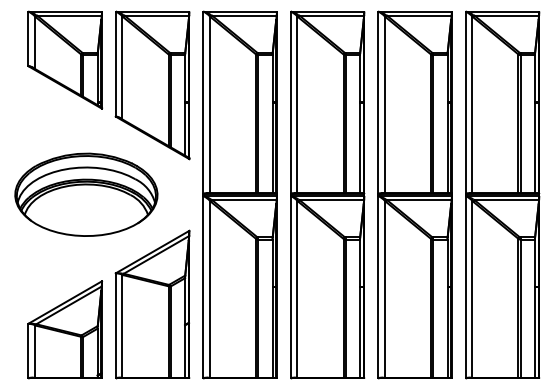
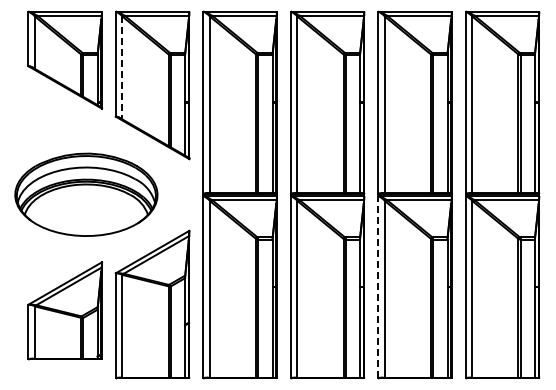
line at (122, 67): solid -> dashed
line at (378, 286): solid -> dashed
part at (65, 329) position: (65, 329) -> (65, 310)
